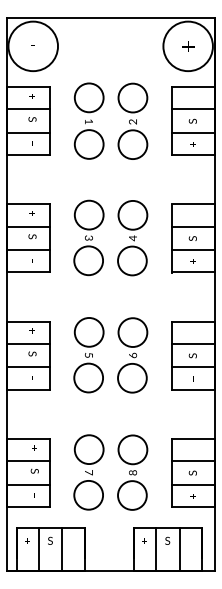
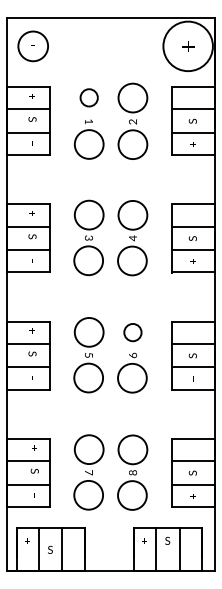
circle at (33, 46) diameter: 50 px -> 30 px
circle at (88, 97) diameter: 29 px -> 17 px
circle at (132, 332) diameter: 29 px -> 17 px
text at (50, 540) position: (50, 540) -> (50, 549)
